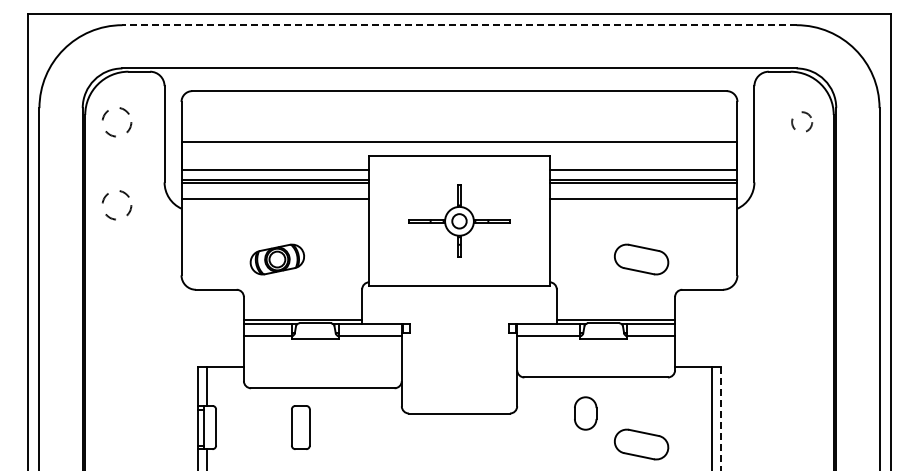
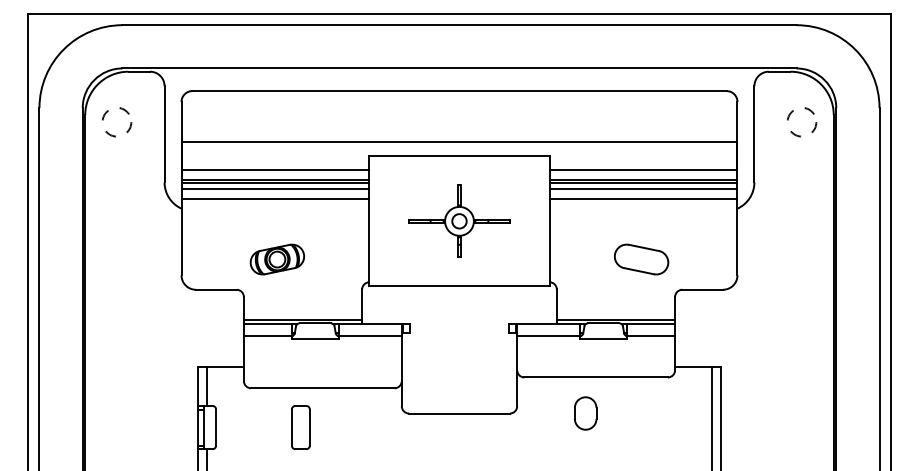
line at (459, 25): dashed -> solid
circle at (802, 121) size: 23x22 px -> 31x31 px
line at (275, 188): none -> present
line at (643, 188): none -> present
circle at (116, 205): present -> none
line at (720, 418): dashed -> solid
part at (641, 444): present -> none
